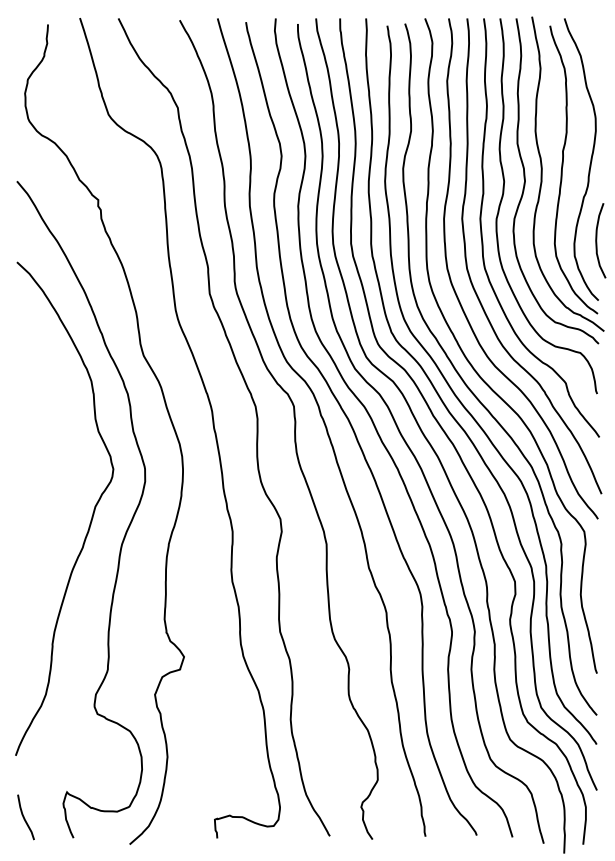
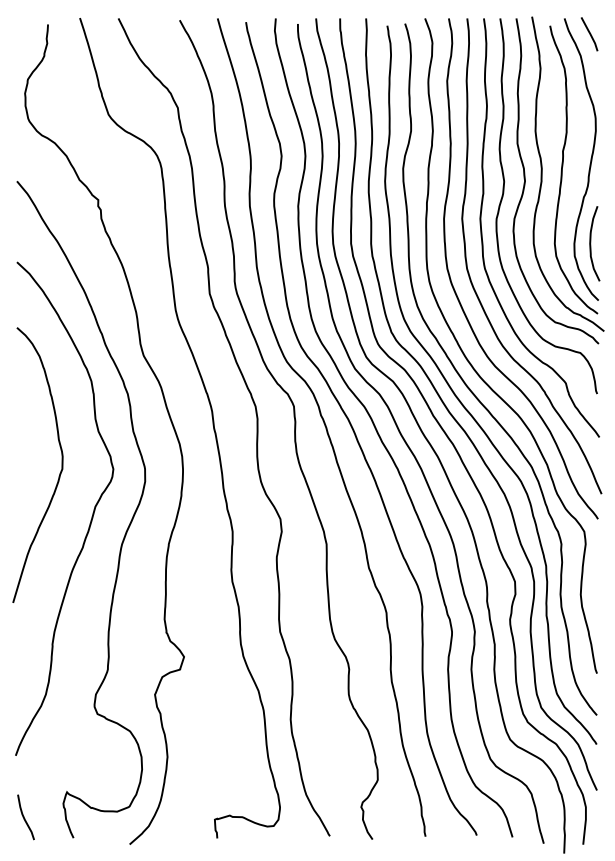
line at (589, 34): none -> present
curve at (597, 240) position: (597, 240) -> (591, 243)
curve at (60, 470): none -> present
